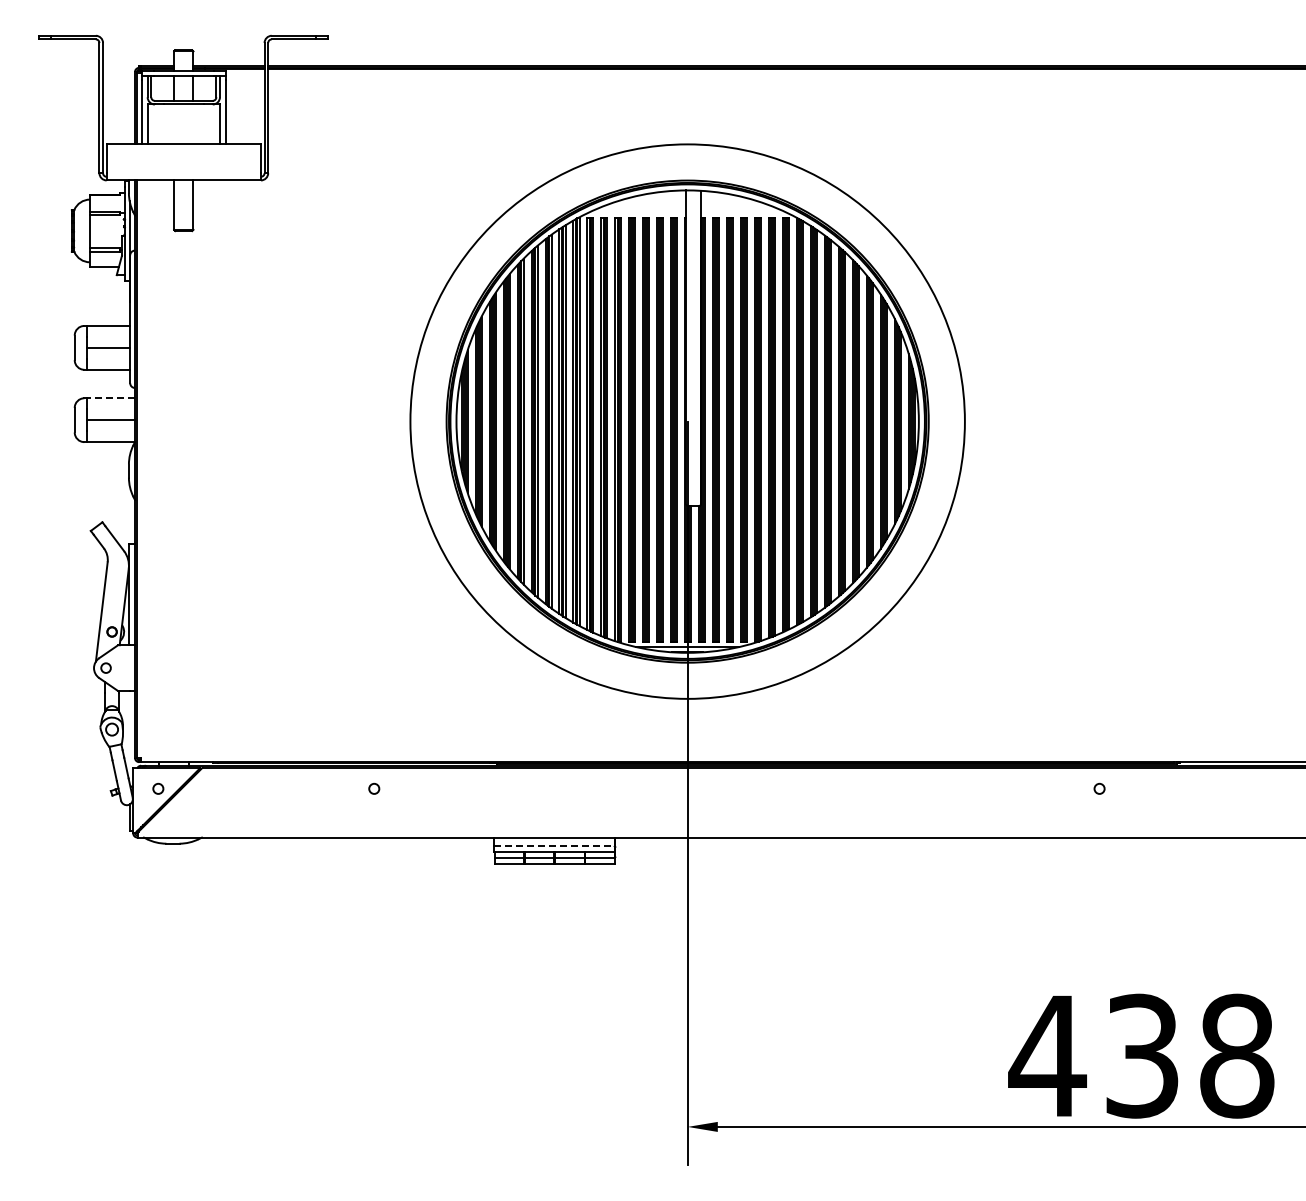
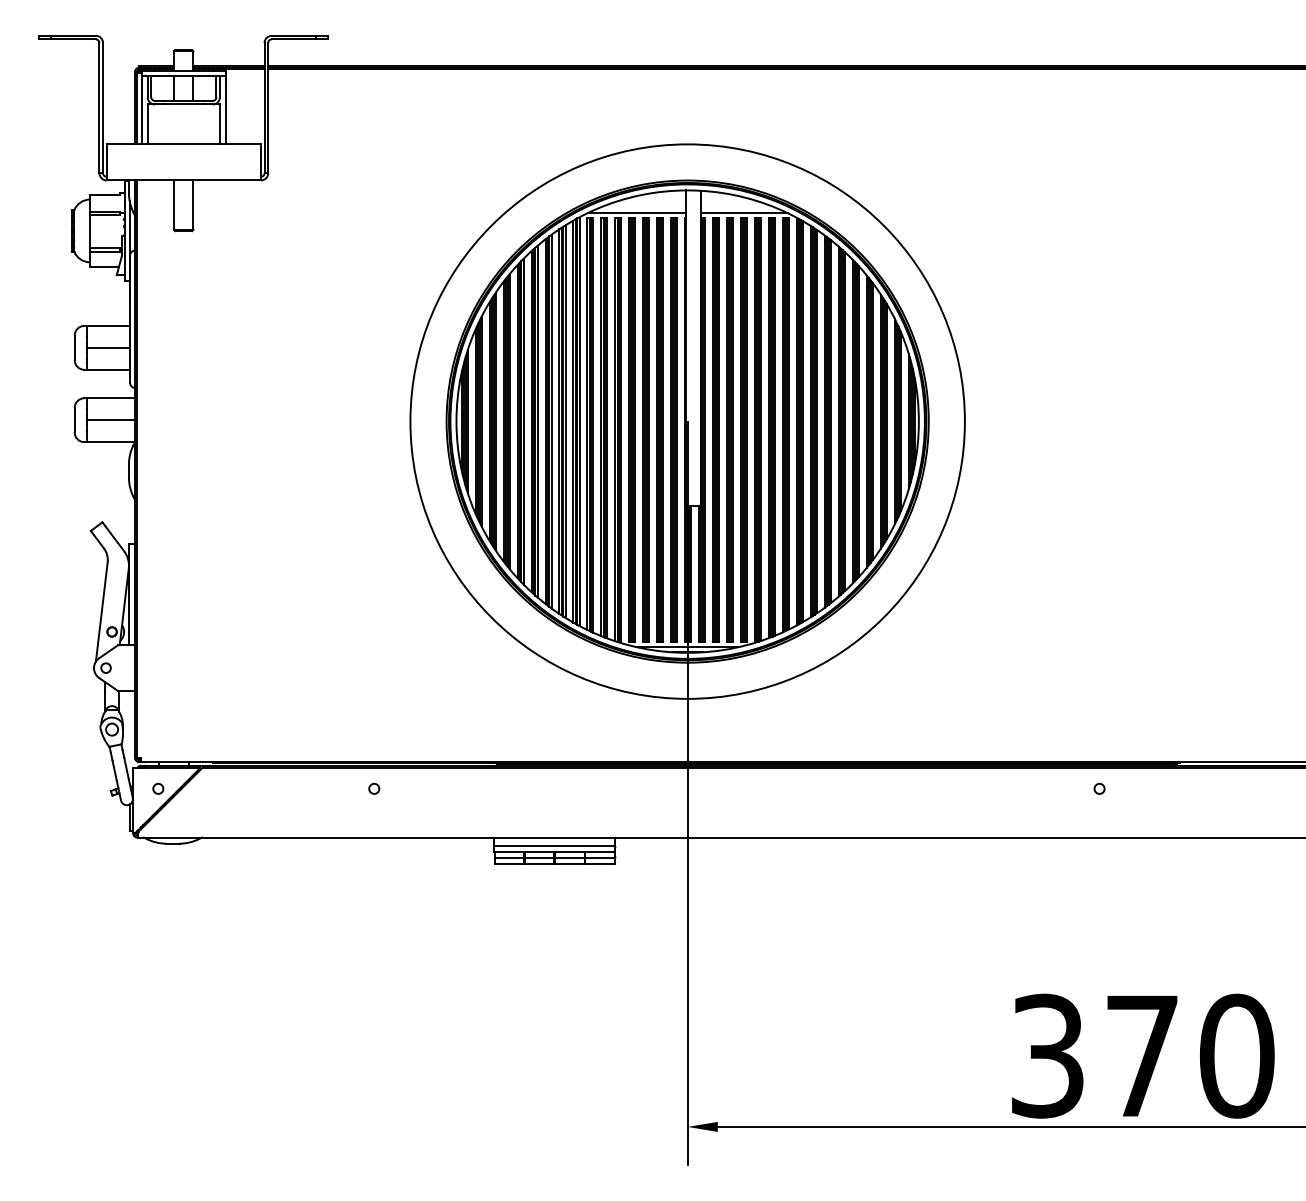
line at (636, 213): none -> present
line at (743, 213): none -> present
line at (110, 398): dashed -> solid
line at (554, 846): dashed -> solid
text at (1141, 1055): 438 -> 370
